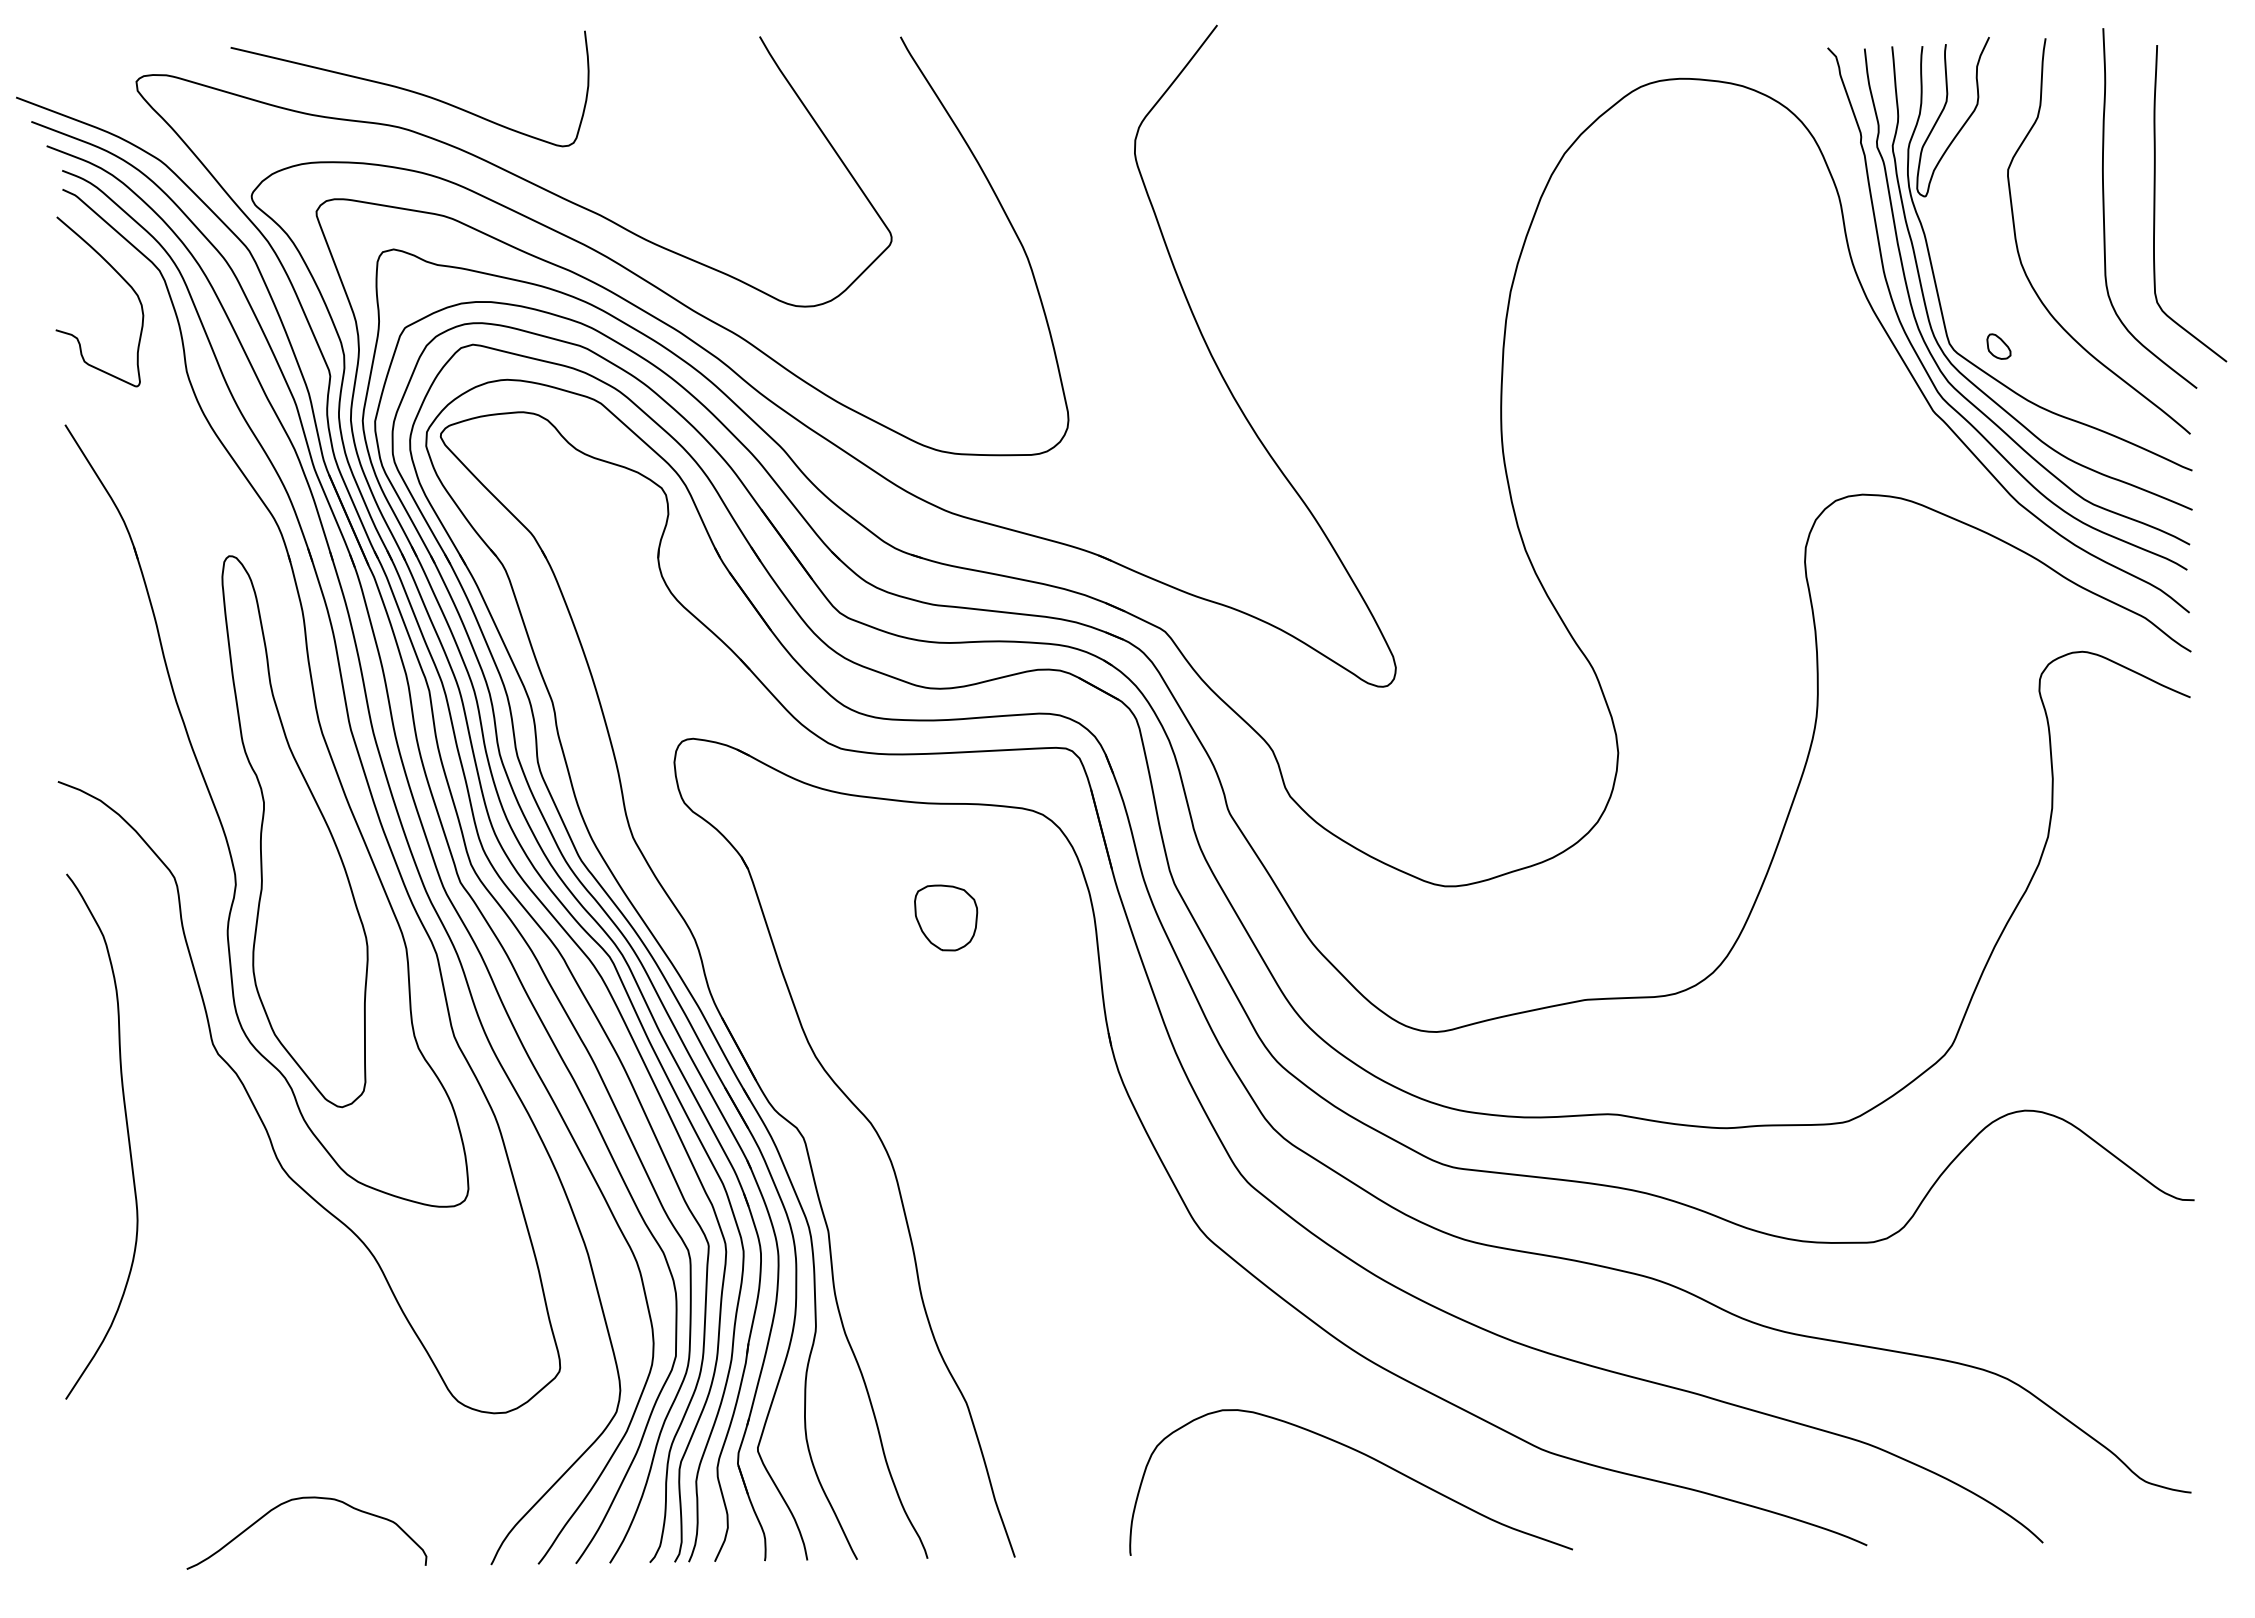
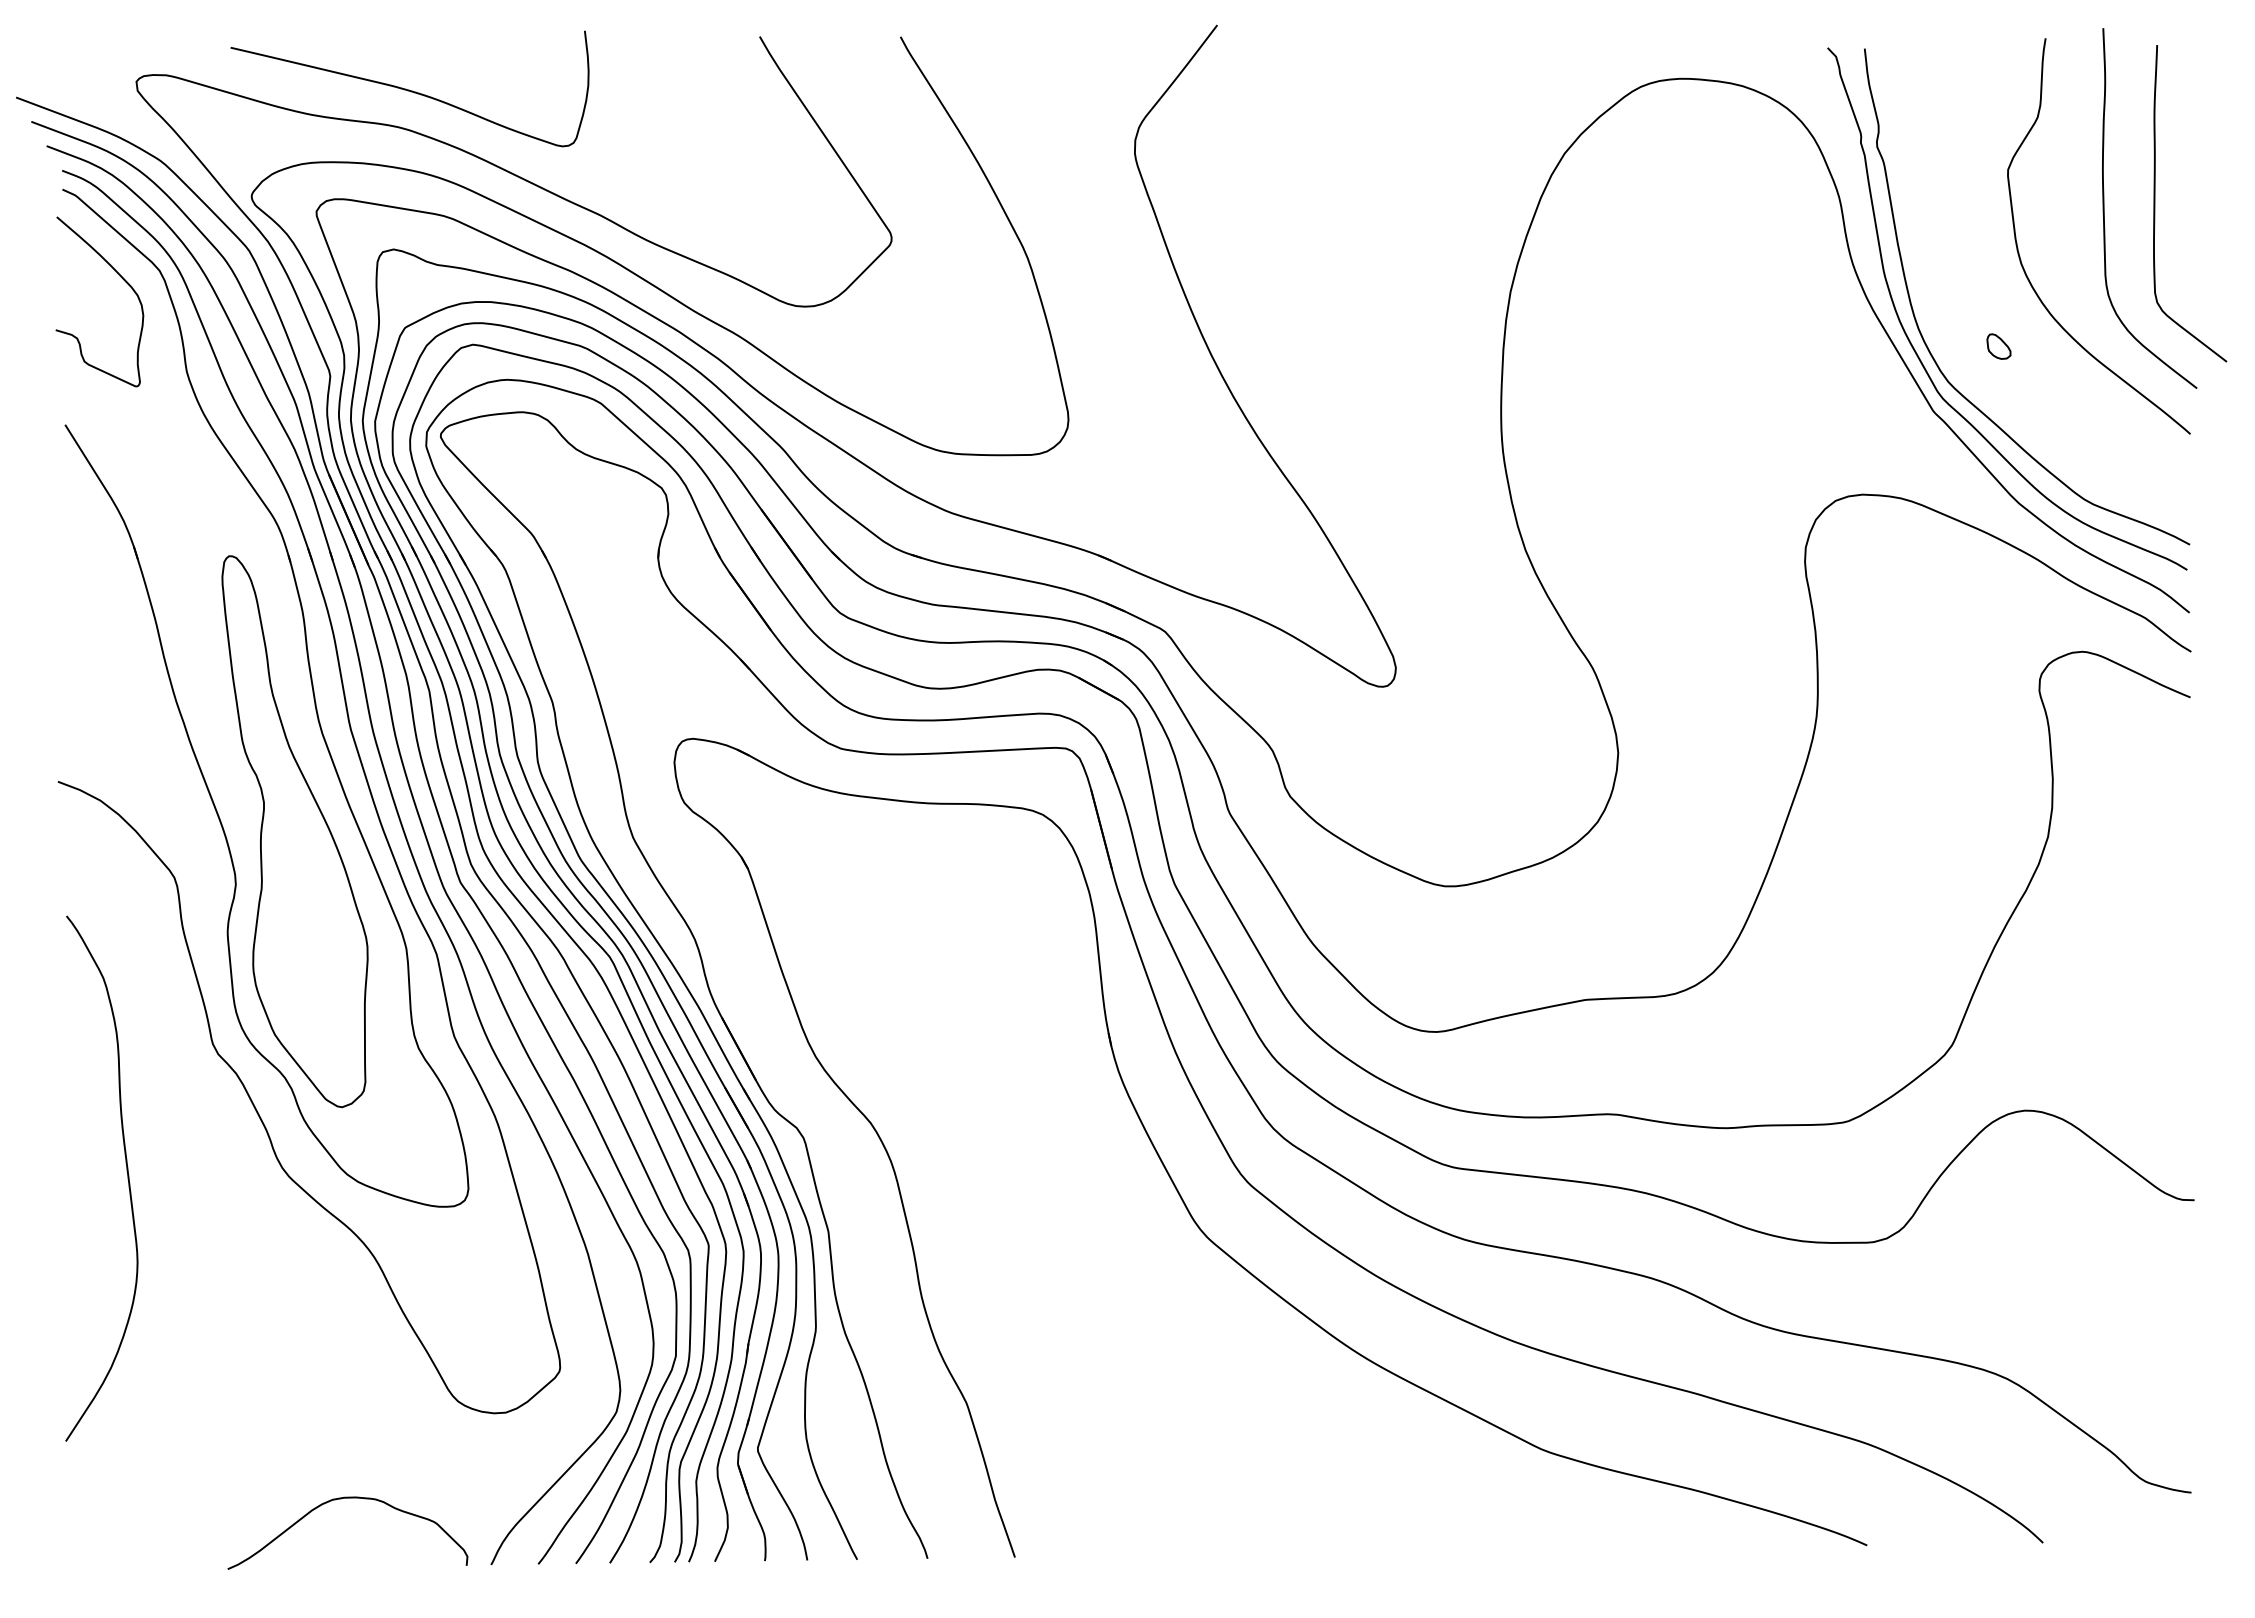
part at (1940, 300): present -> none
part at (946, 917): present -> none
curve at (126, 1129) position: (126, 1129) -> (126, 1171)
curve at (1364, 1455): present -> none
curve at (300, 1499) position: (300, 1499) -> (341, 1499)
